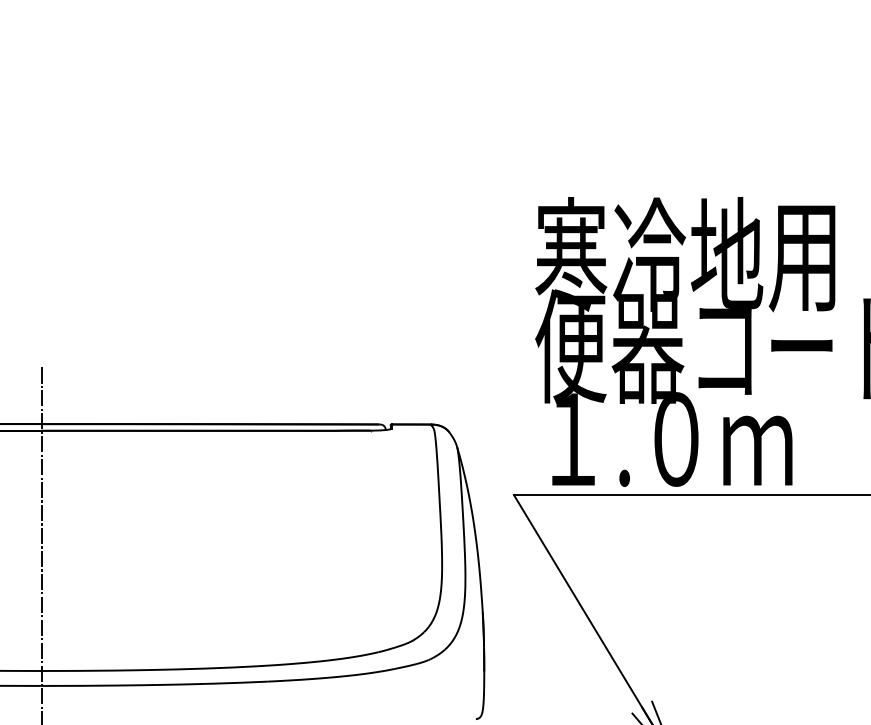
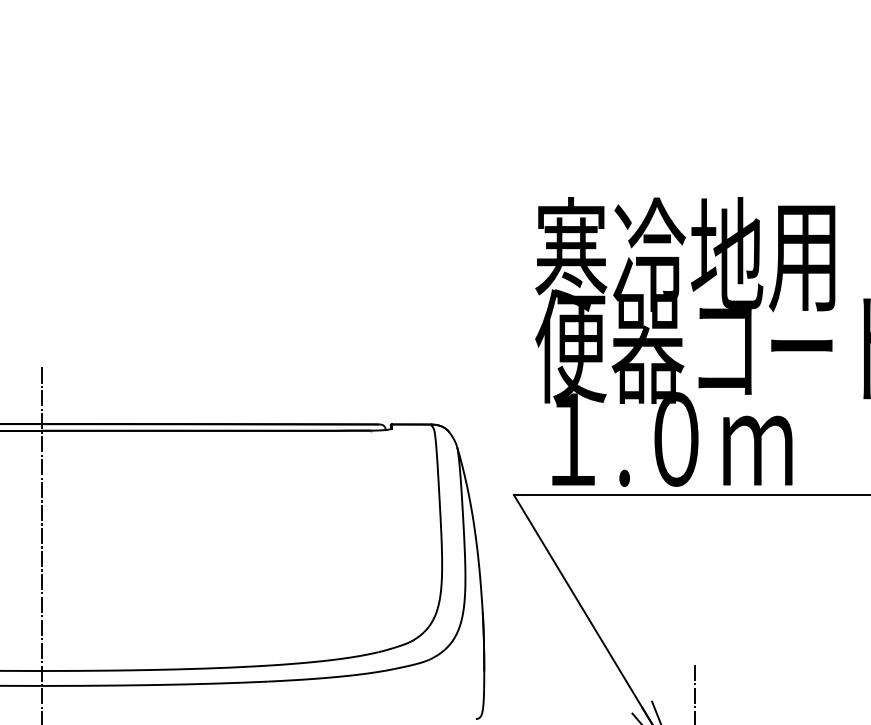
line at (695, 692): none -> present
